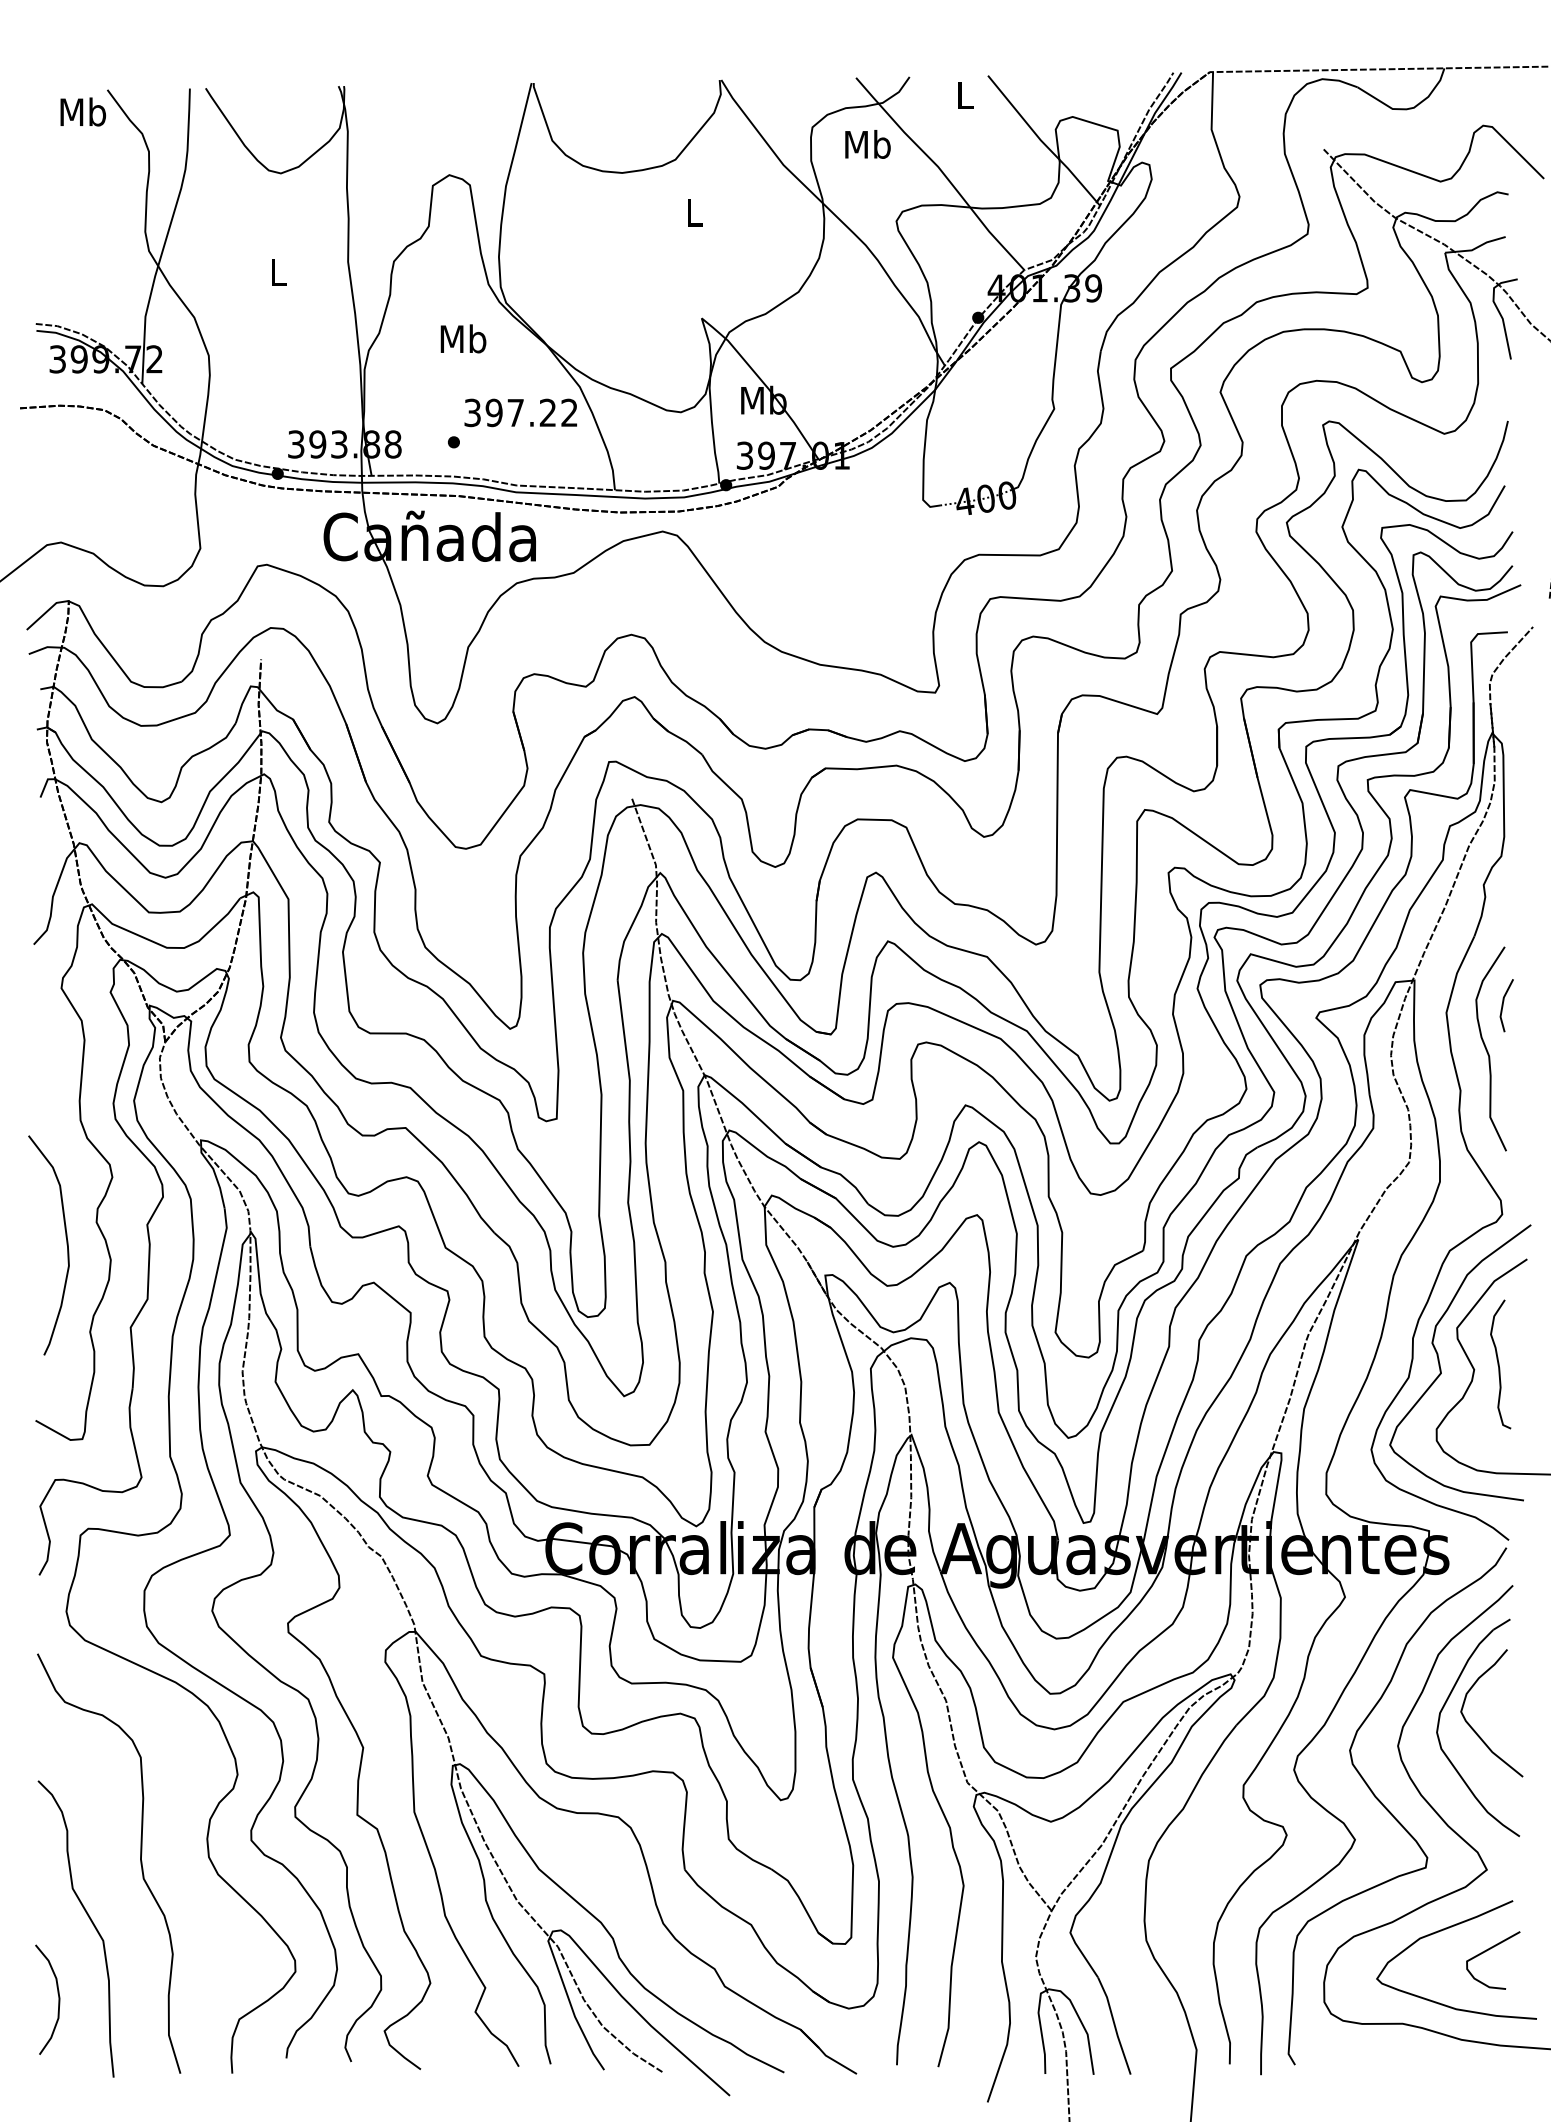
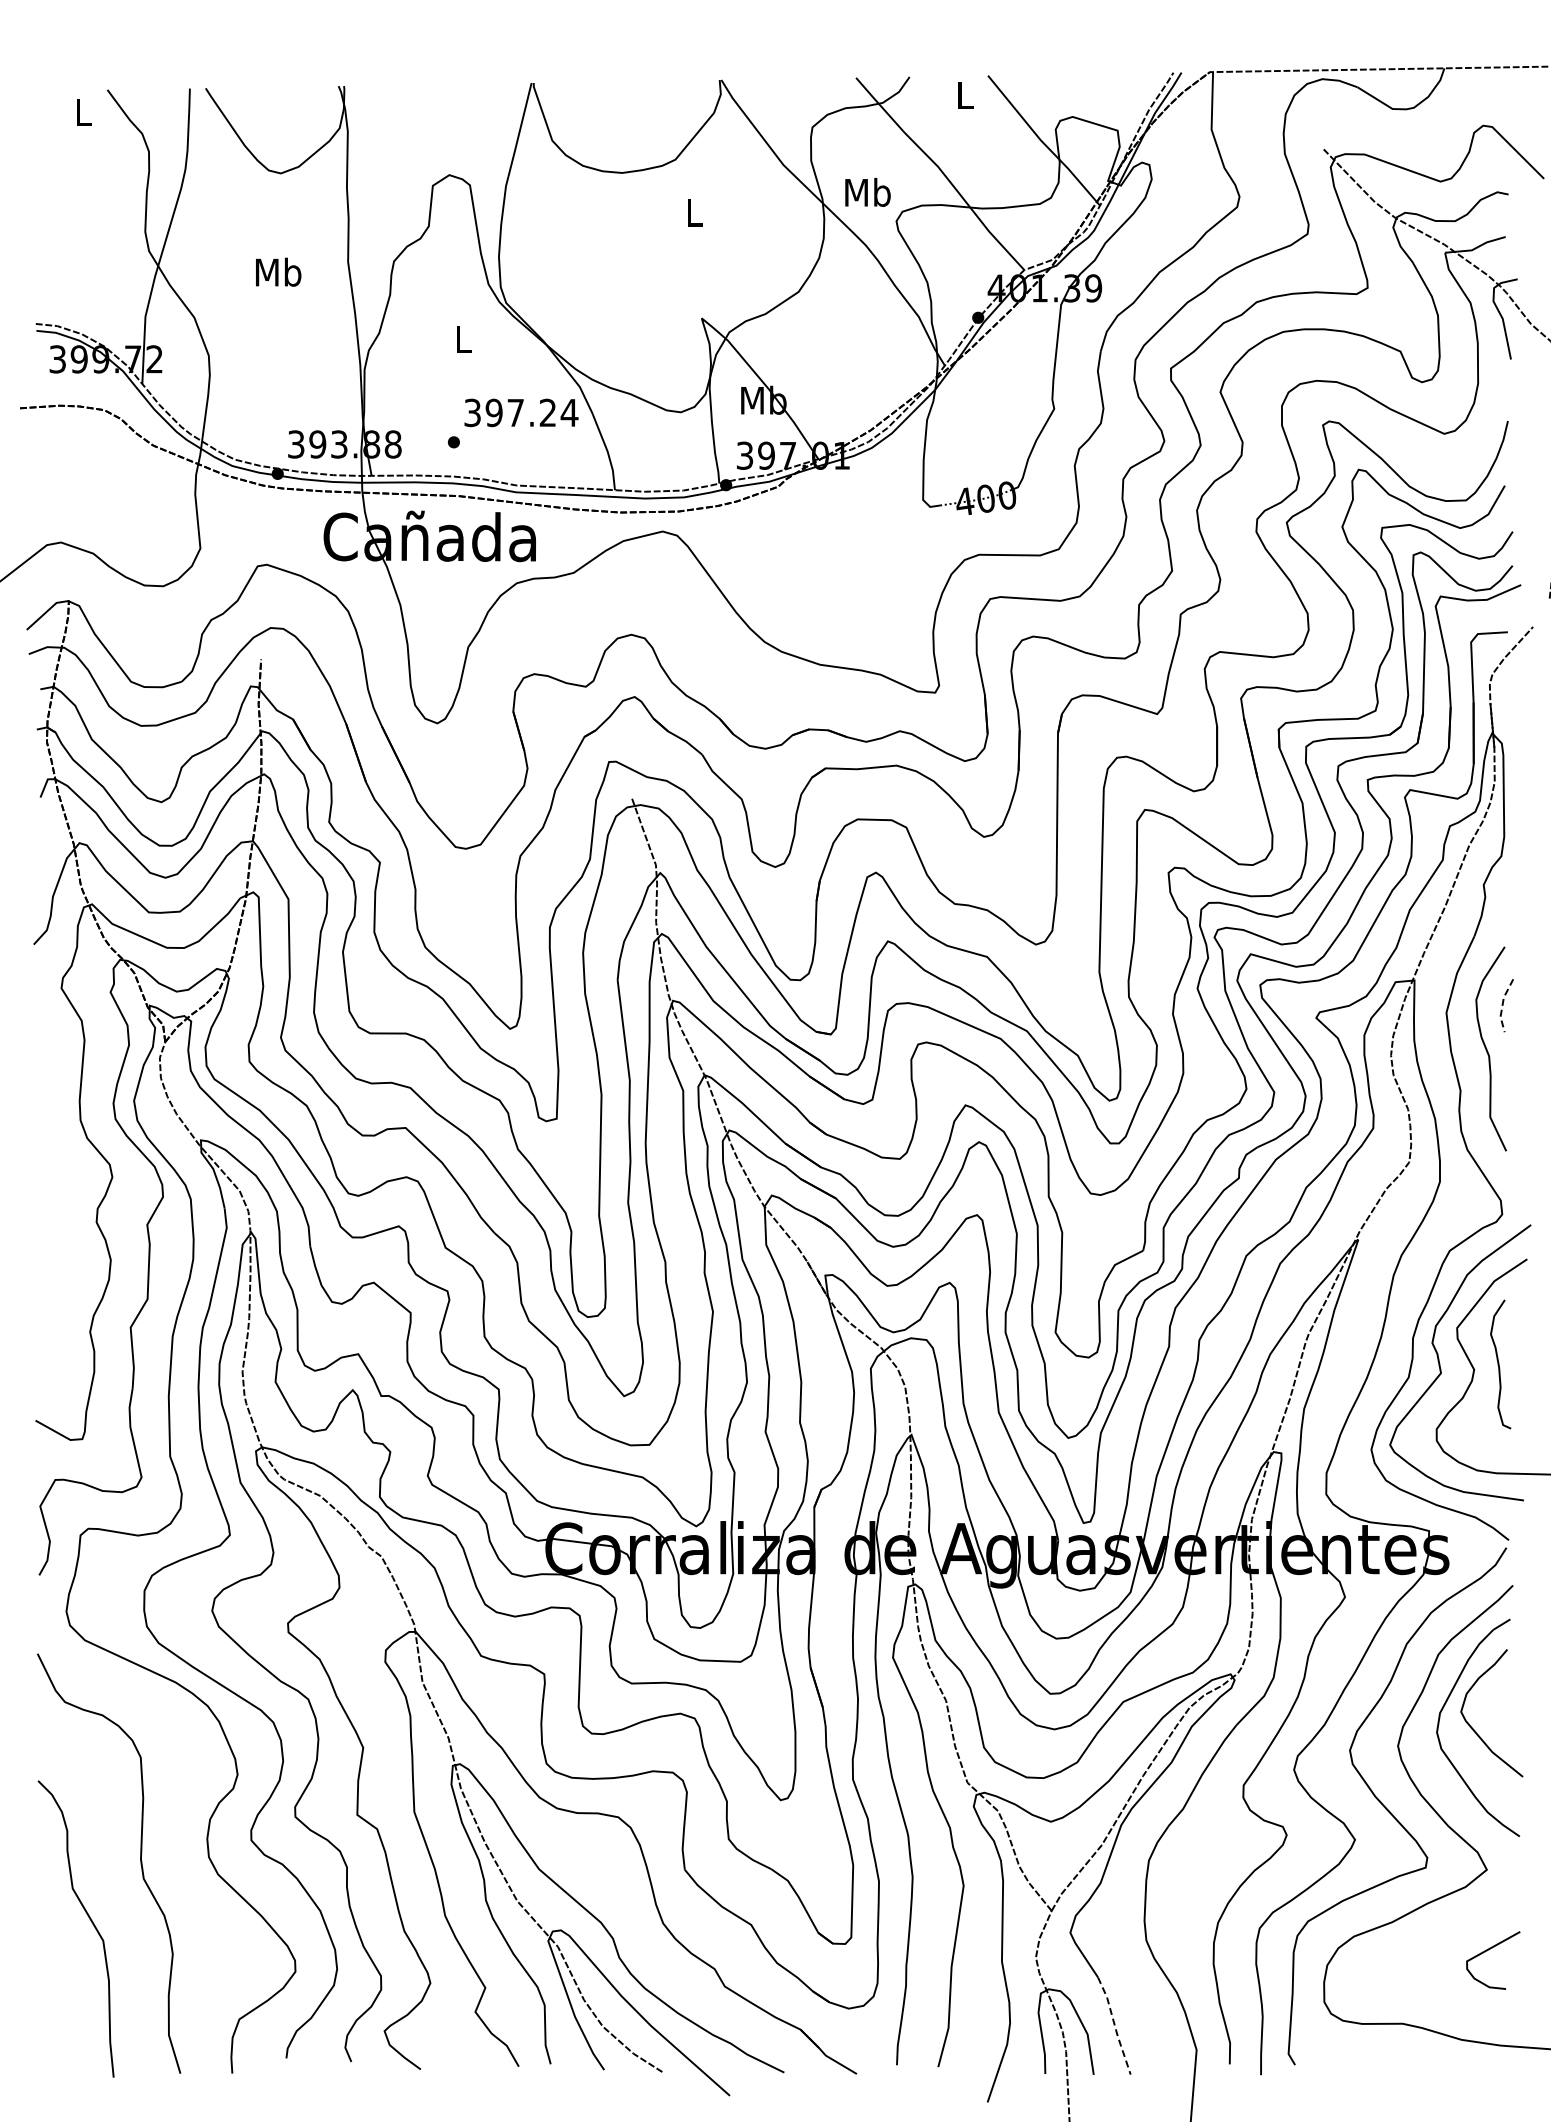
text at (83, 111): Mb -> L
text at (867, 144) position: (867, 144) -> (867, 192)
text at (278, 271): L -> Mb
text at (463, 338): Mb -> L
text at (569, 412): 397.22 -> 397.24
line at (1502, 1005): solid -> dashed
curve at (66, 1245): present -> none
curve at (1444, 1930): present -> none
curve at (58, 1999): present -> none
line at (1114, 2025): solid -> dashed
